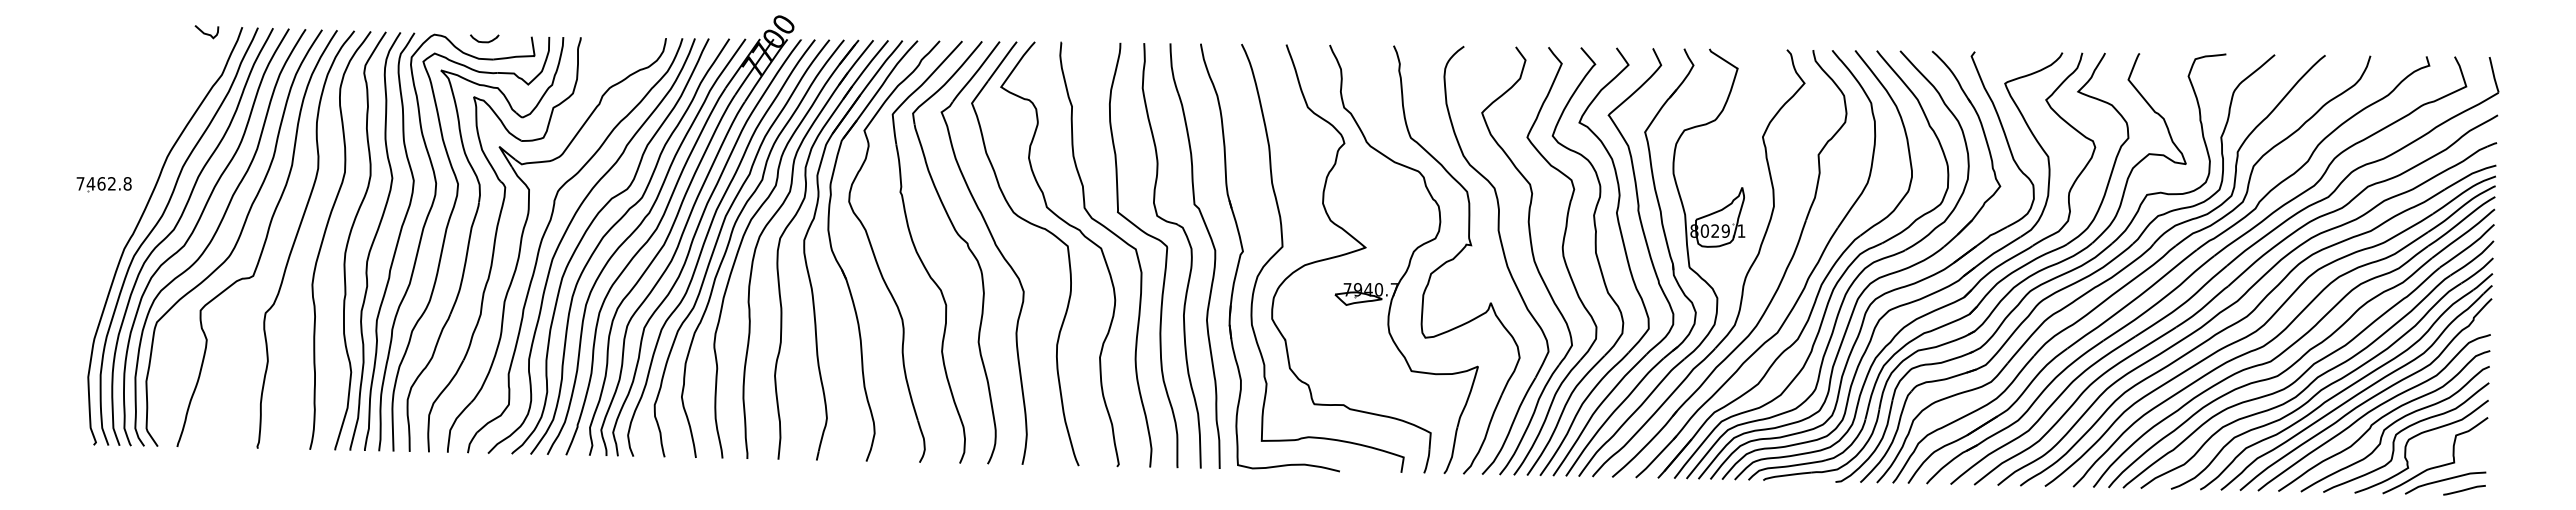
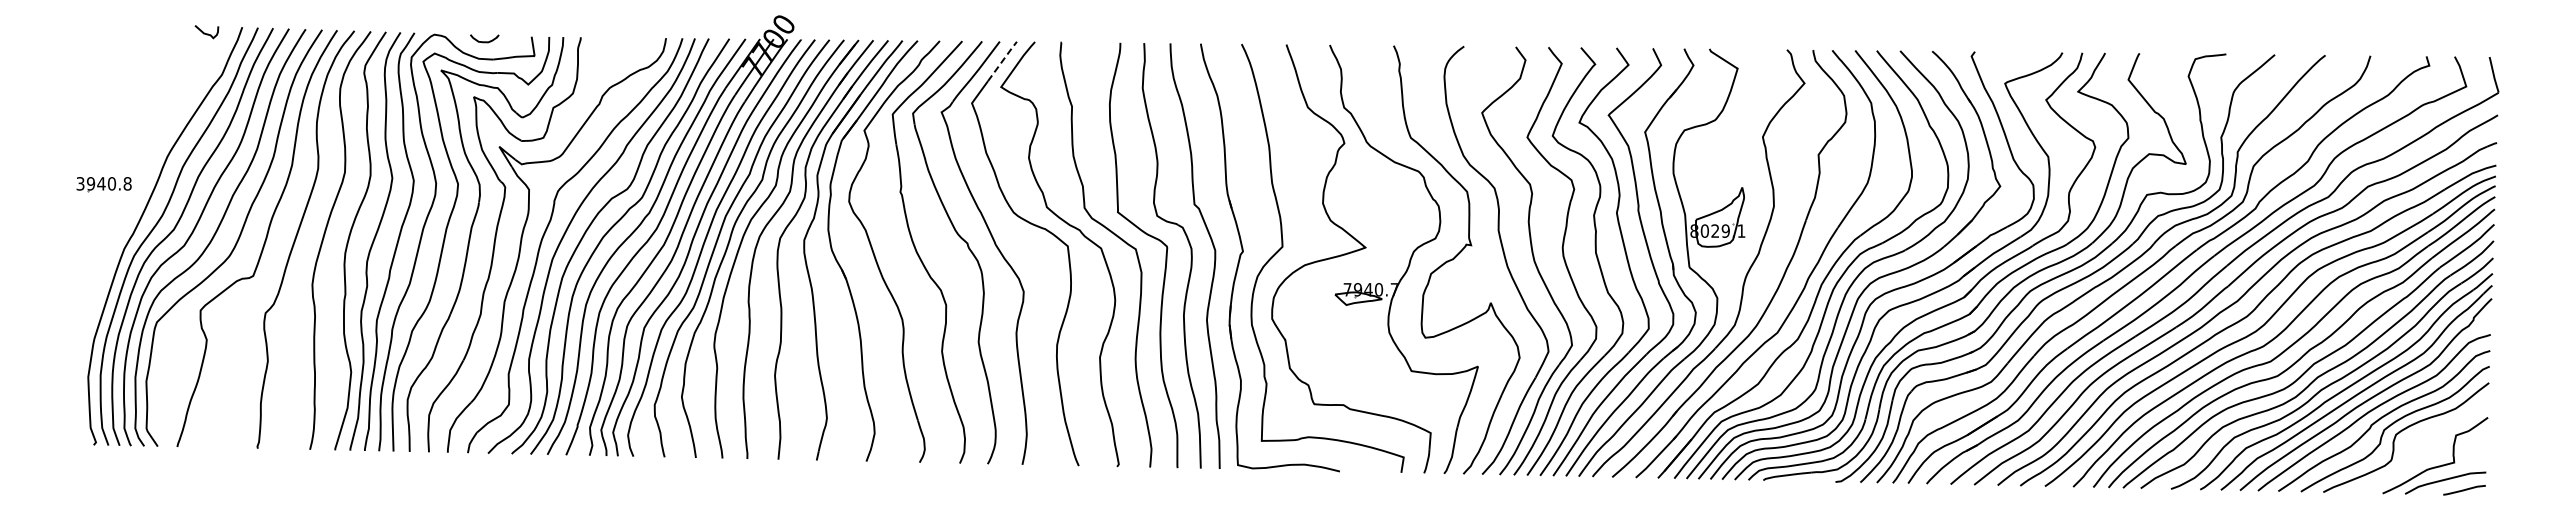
line at (1003, 60): solid -> dashed
text at (96, 183): 7462.8 -> 3940.8
curve at (2417, 436): present -> none
